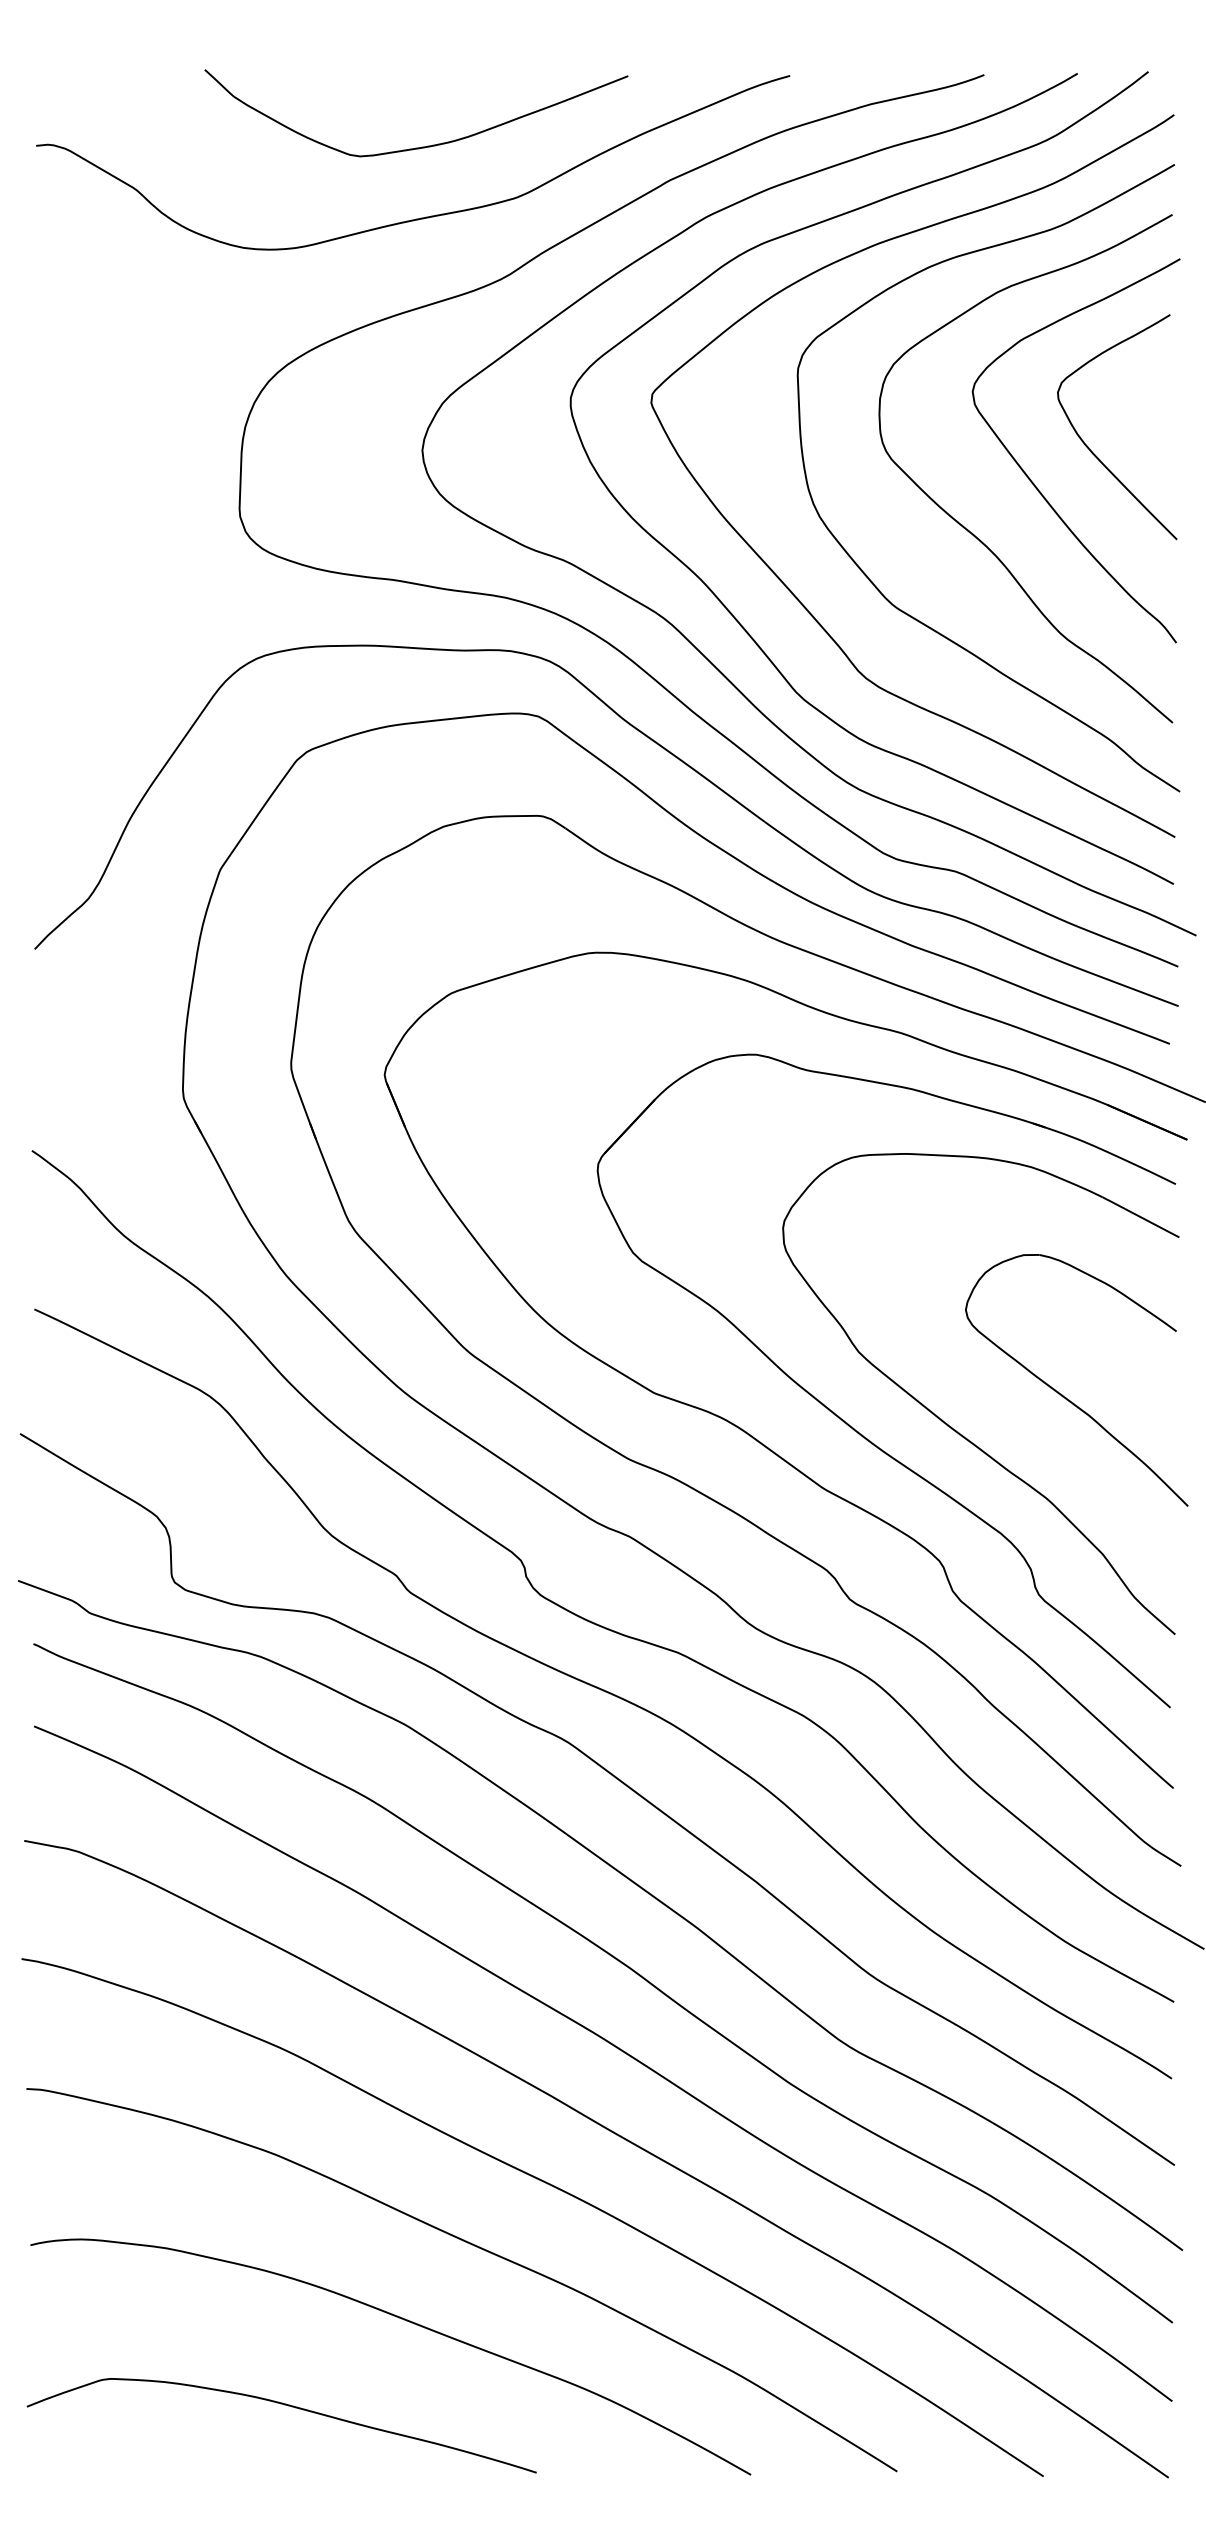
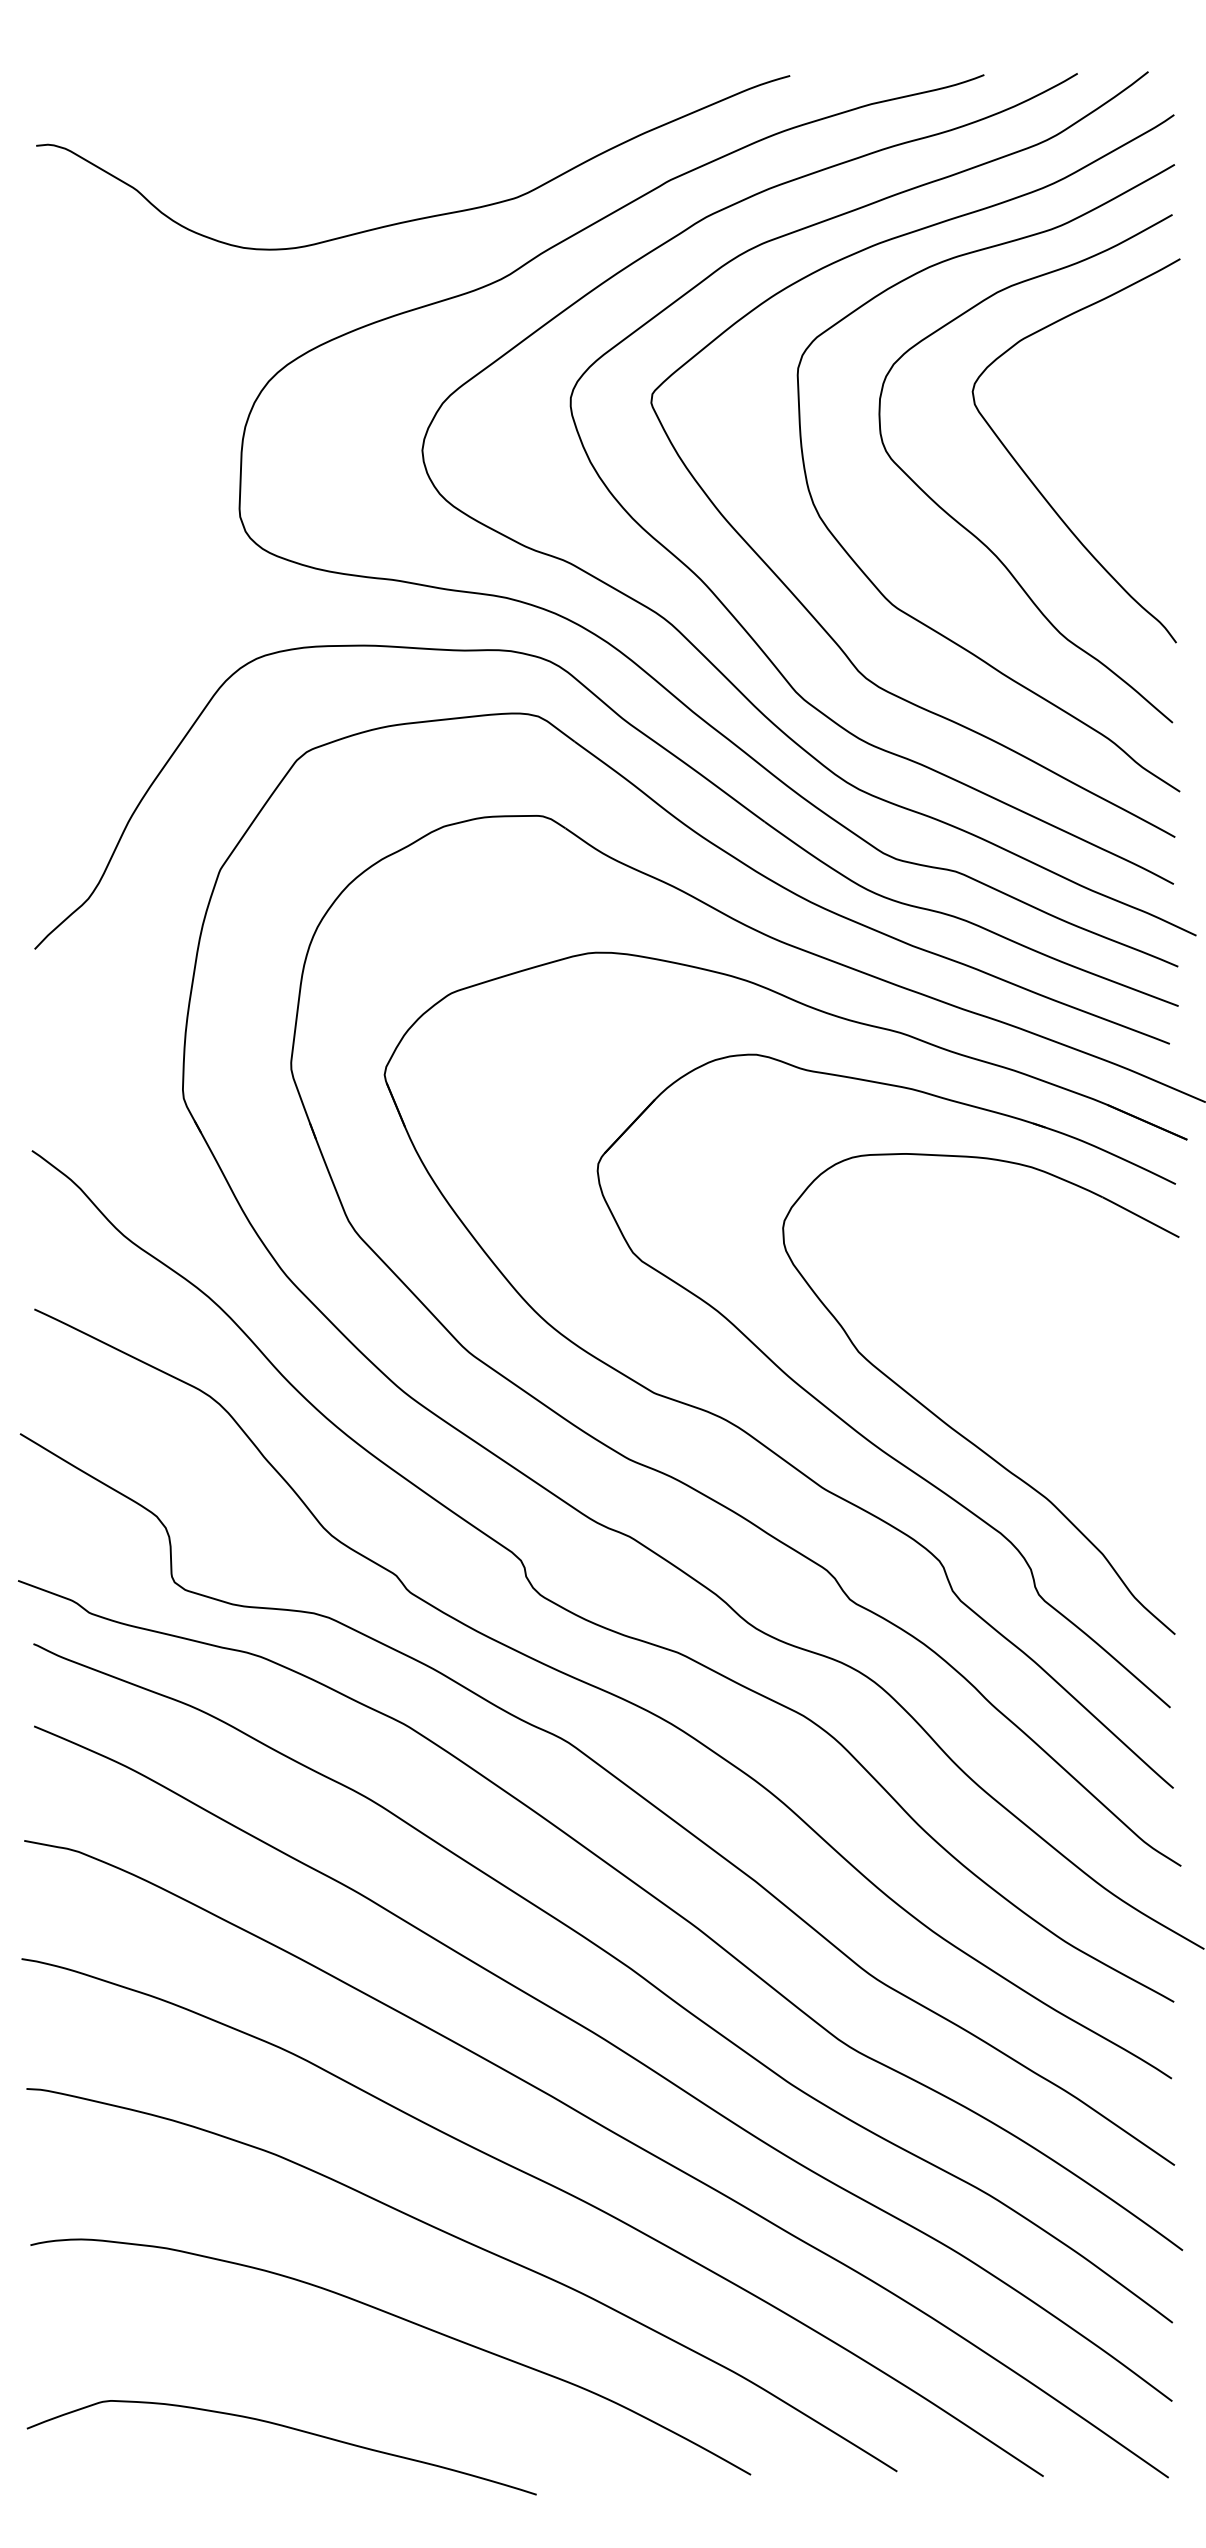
curve at (421, 146): present -> none
curve at (1089, 447): present -> none
part at (1065, 1396): present -> none
curve at (284, 2405) position: (284, 2405) -> (284, 2427)
